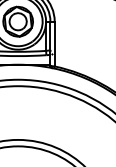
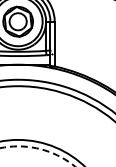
arc at (37, 148): solid -> dashed
